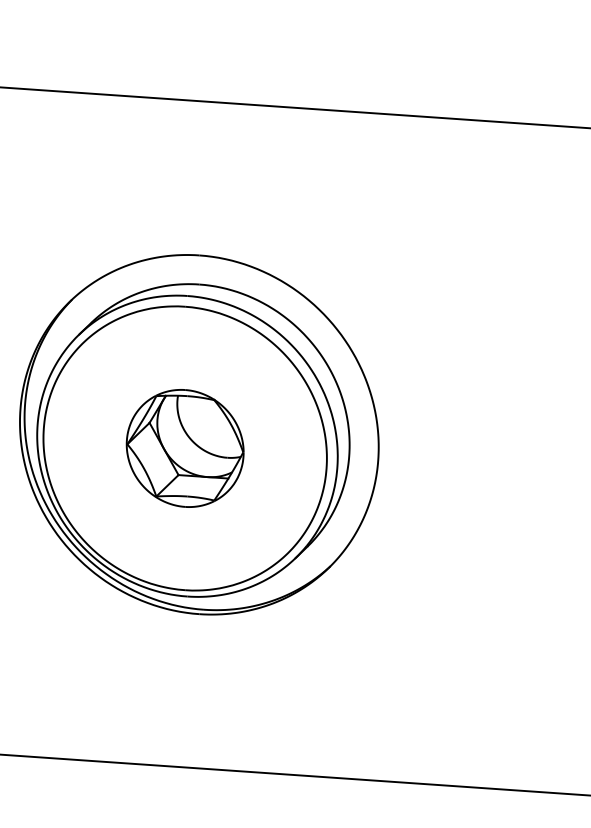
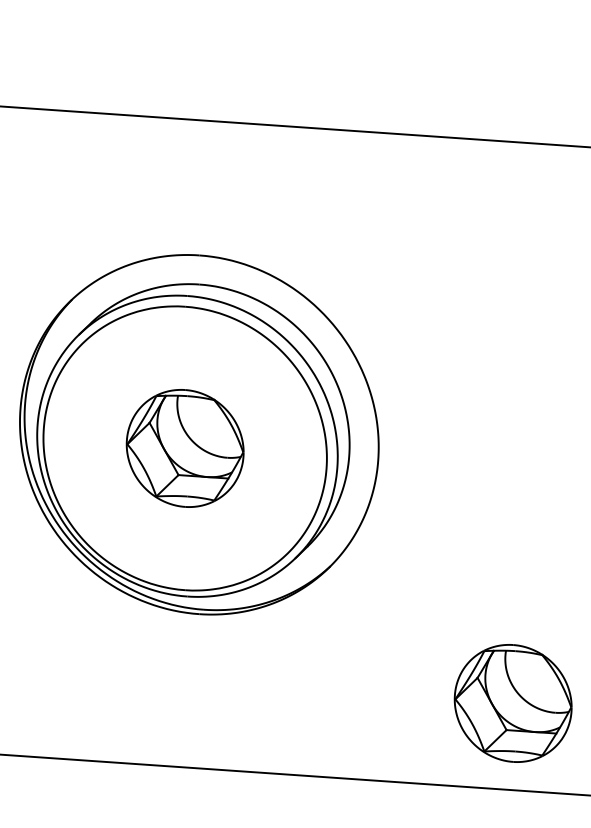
line at (294, 107) position: (294, 107) -> (294, 126)
part at (512, 703): none -> present
